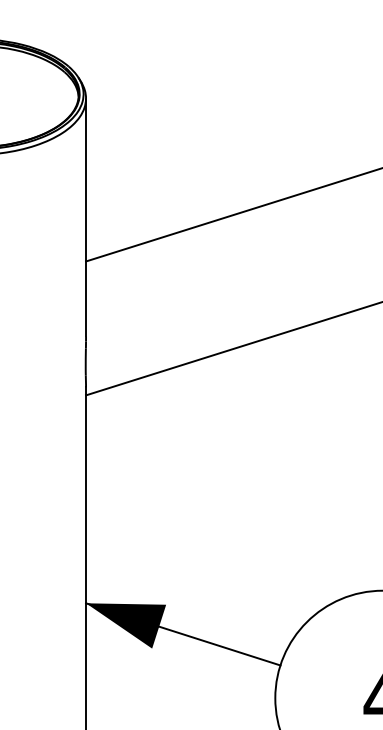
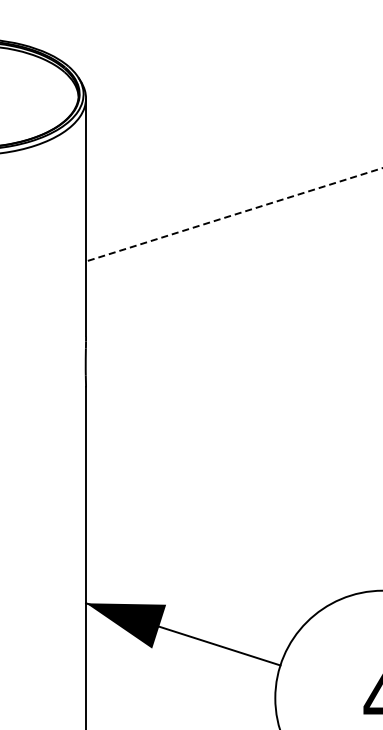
line at (233, 214): solid -> dashed
line at (232, 349): present -> none
